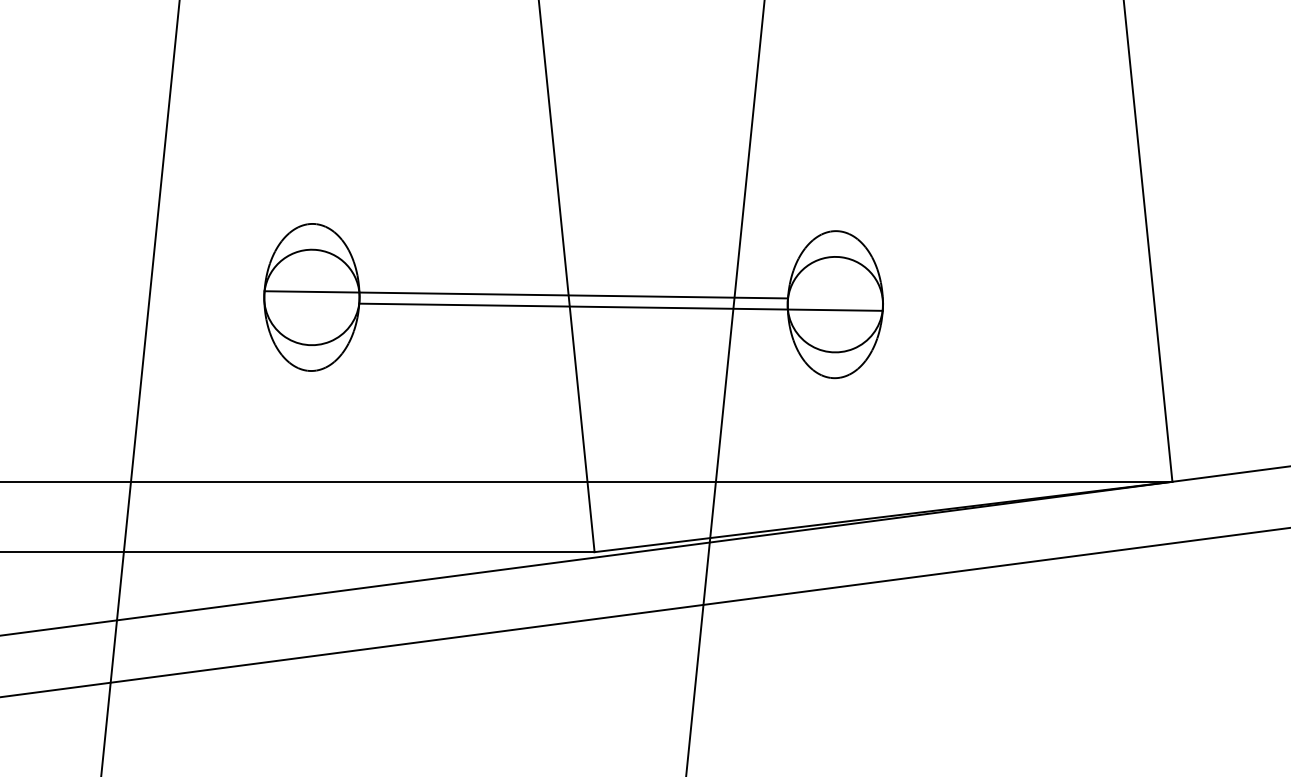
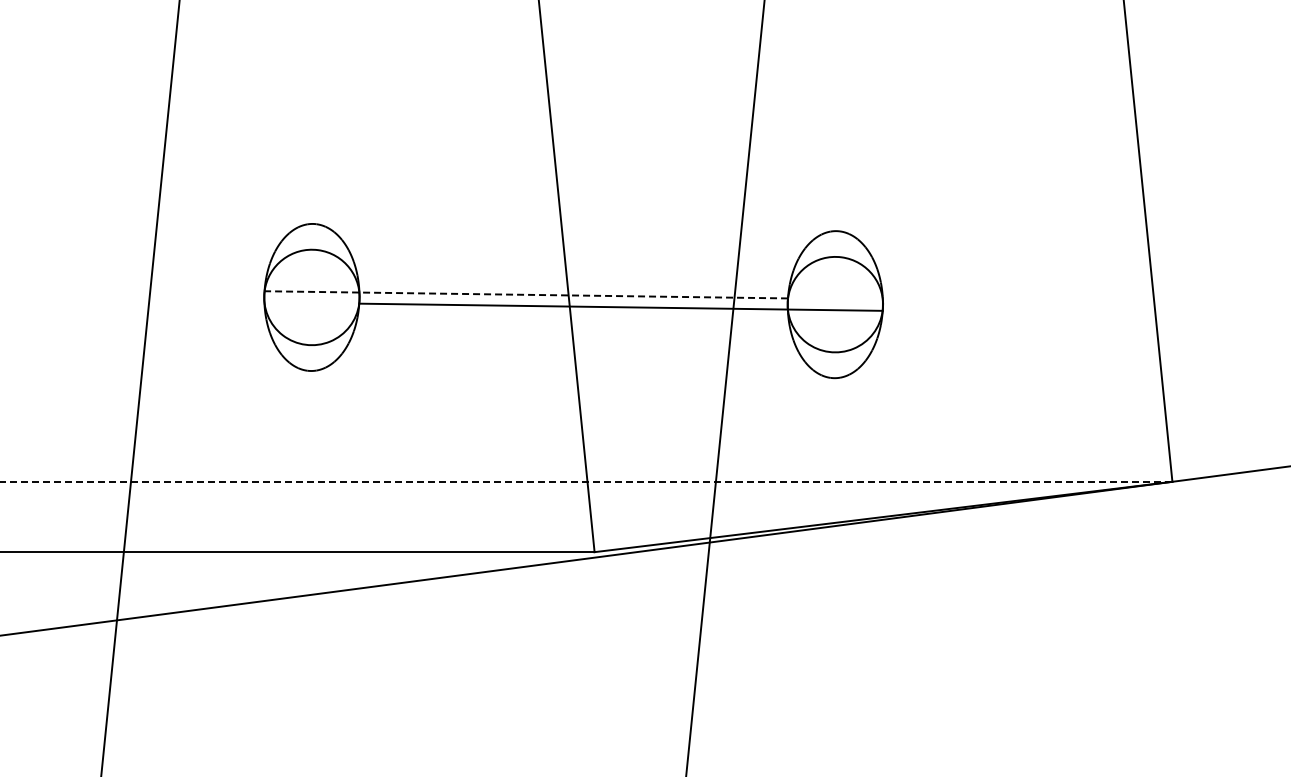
line at (526, 294): solid -> dashed
line at (586, 481): solid -> dashed
line at (644, 612): present -> none
